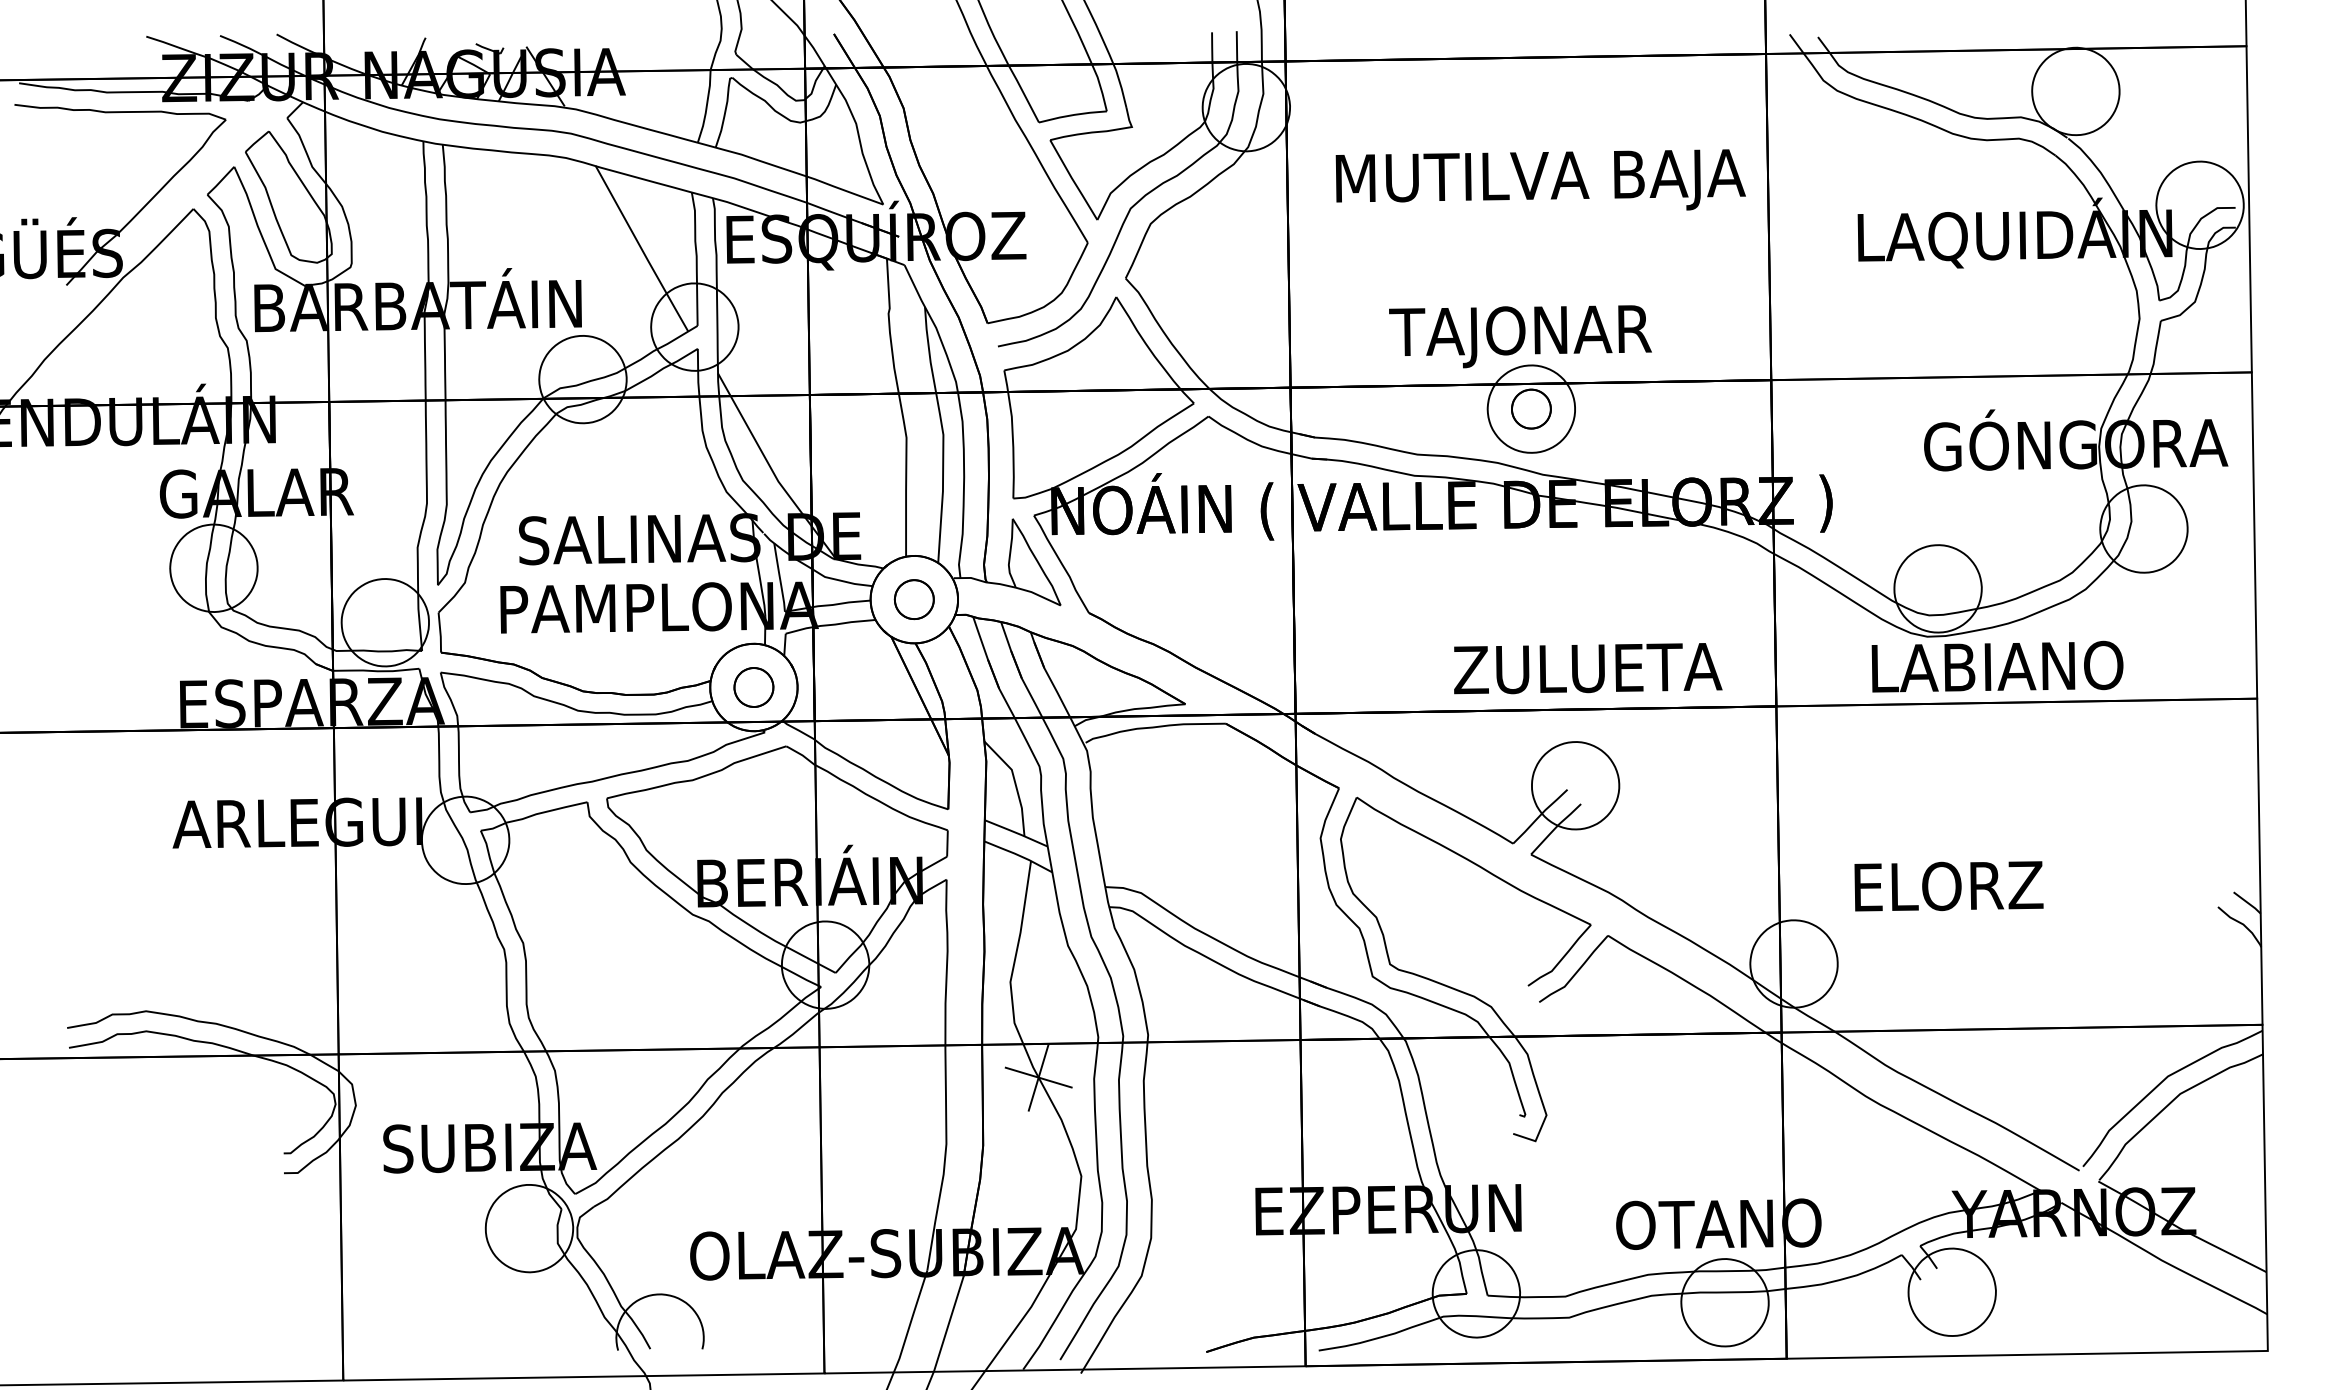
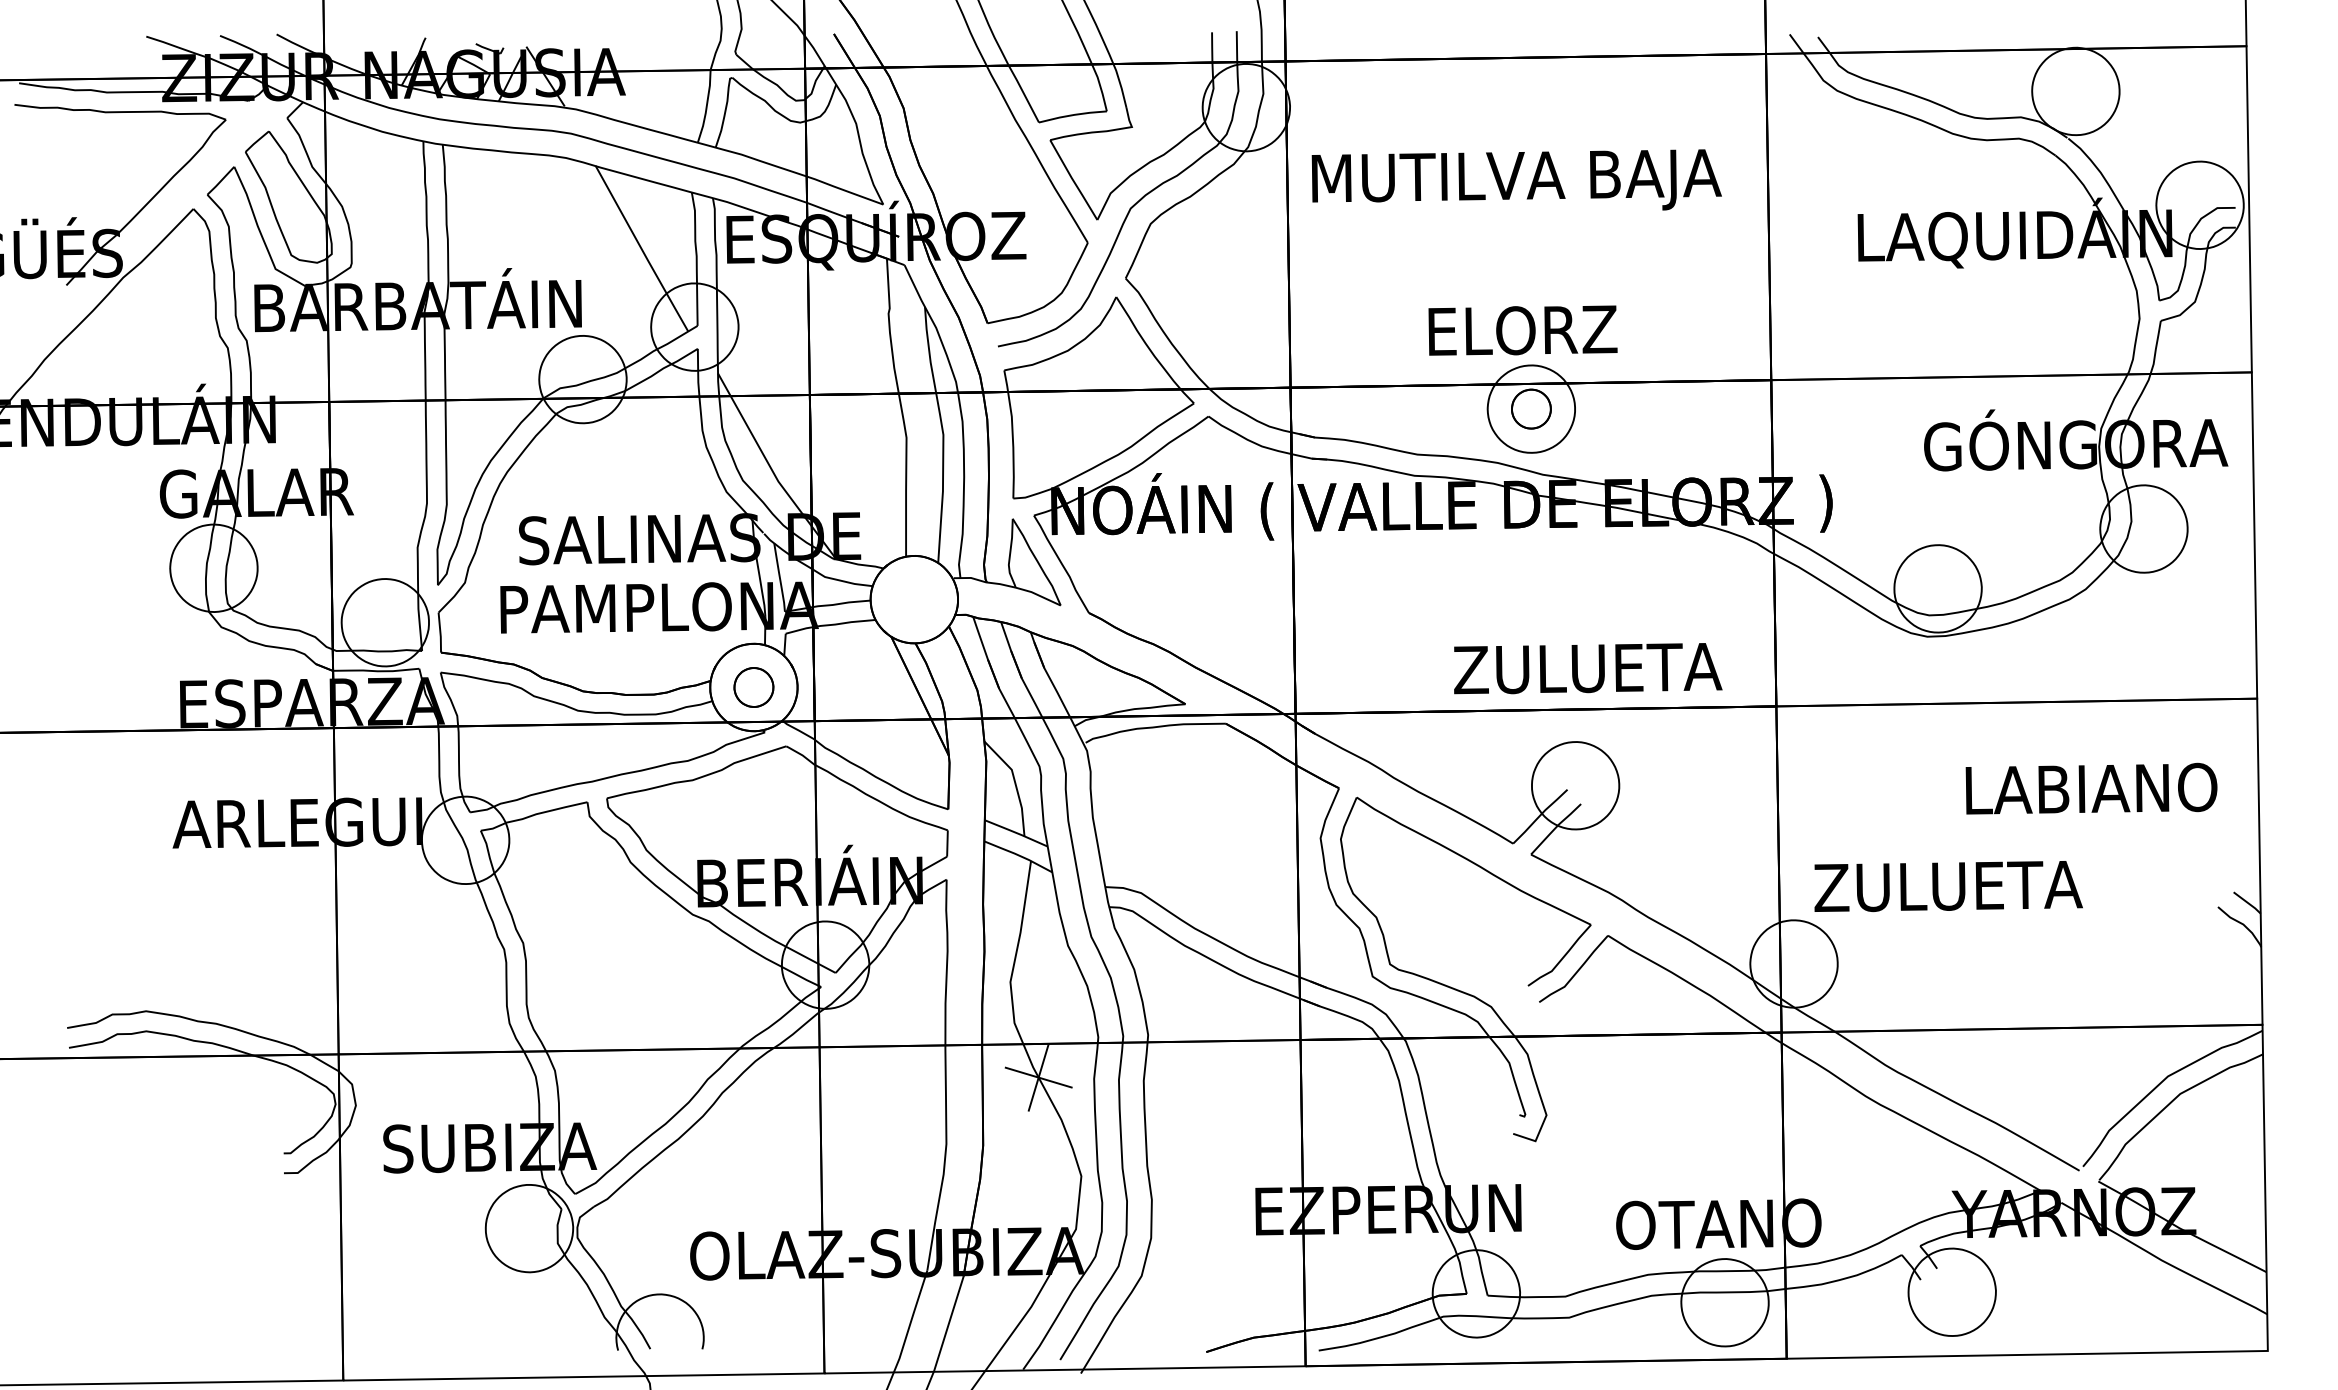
text at (1540, 179) position: (1540, 179) -> (1516, 179)
text at (1520, 336): TAJONAR -> ELORZ
part at (913, 599): present -> none
text at (1997, 666) position: (1997, 666) -> (2091, 788)
text at (1948, 886): ELORZ -> ZULUETA
